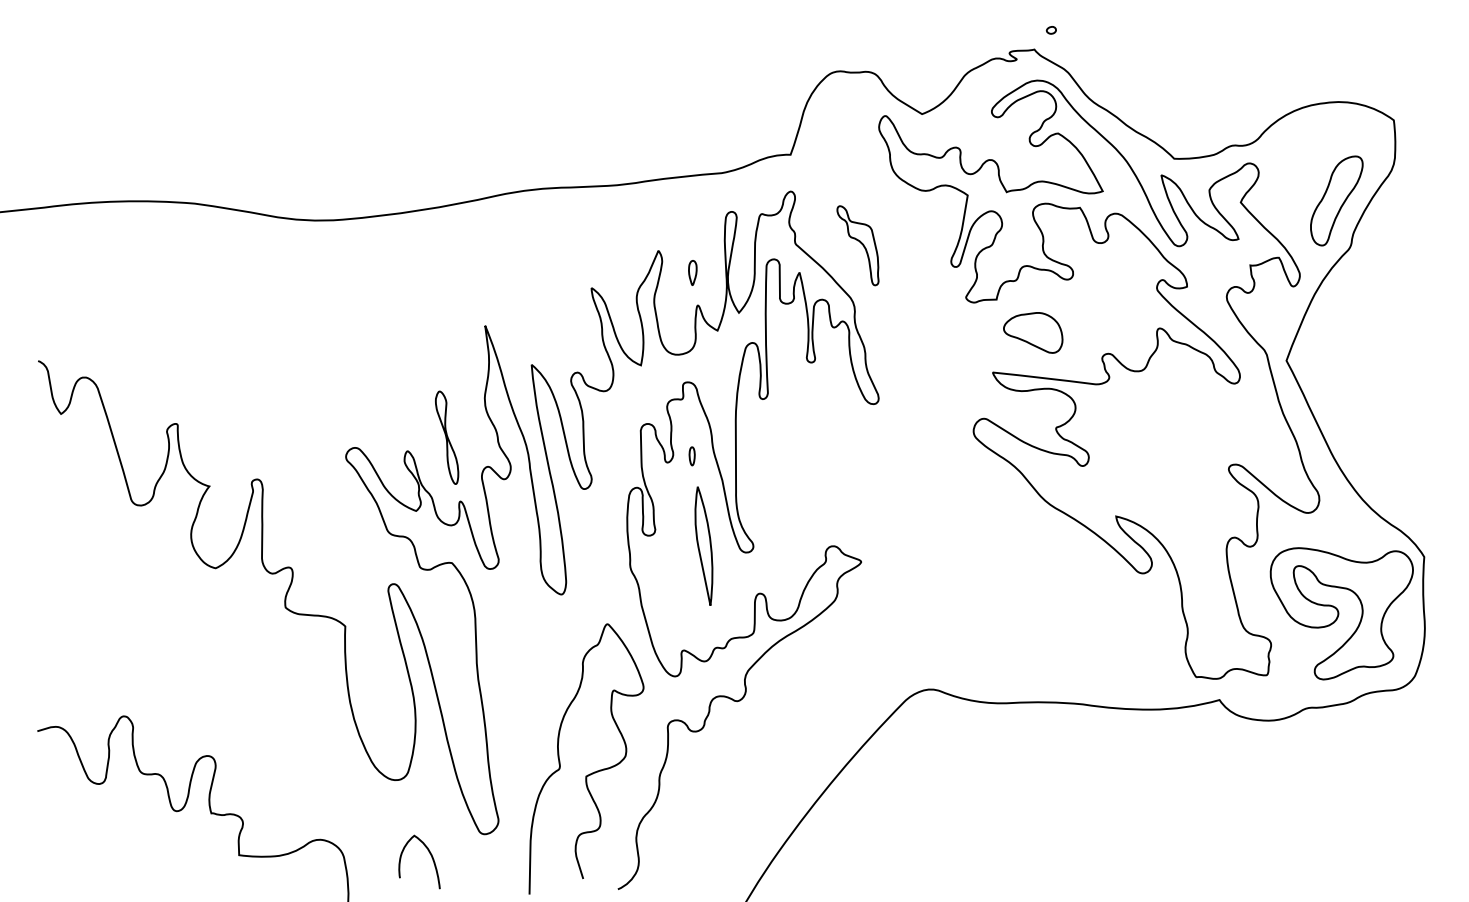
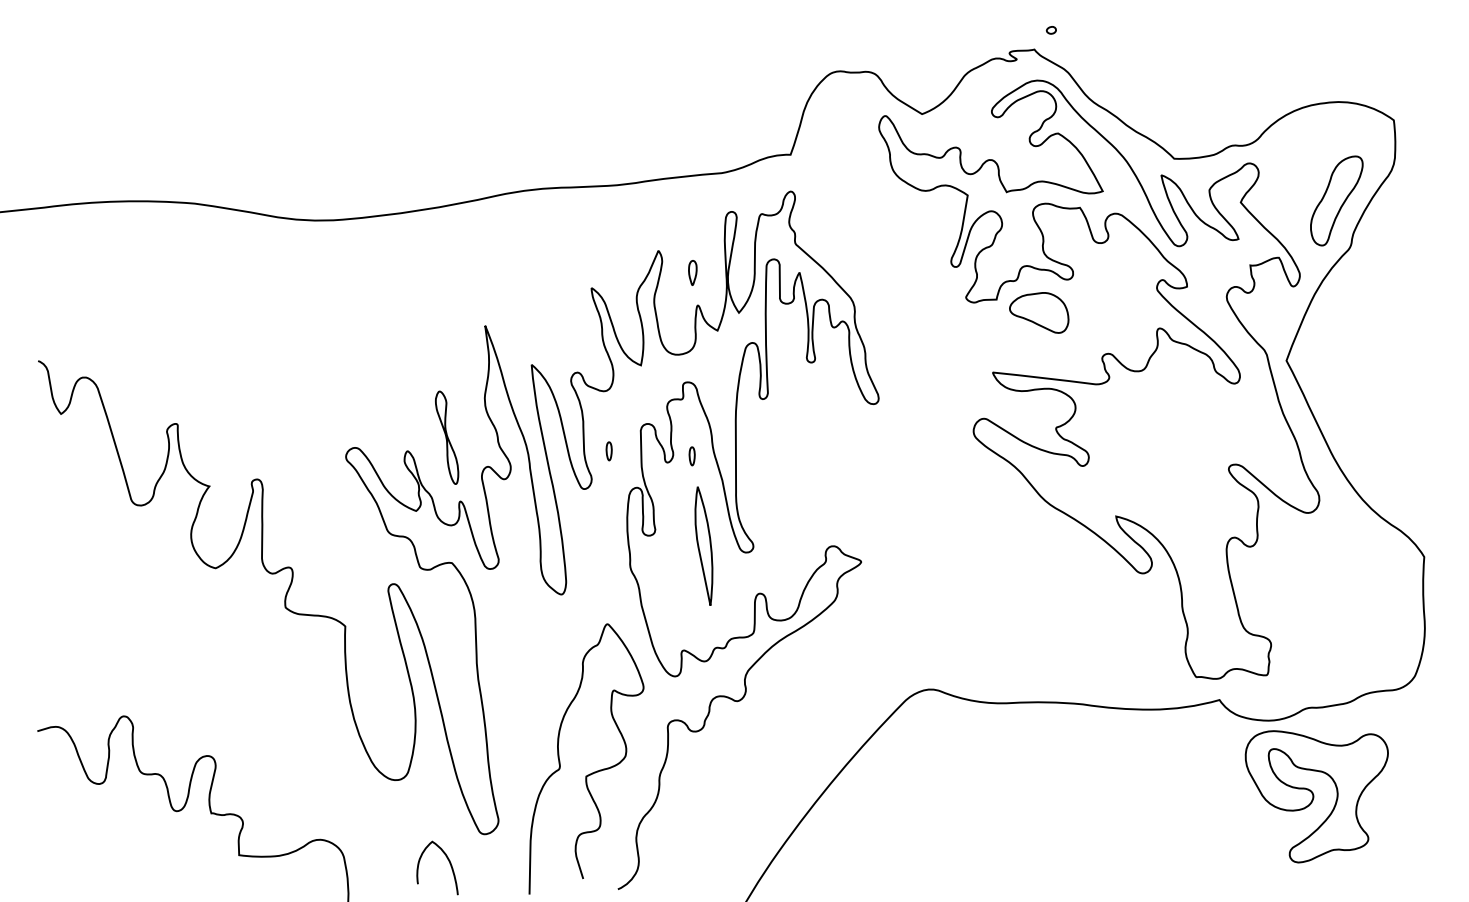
part at (857, 245): present -> none
part at (1033, 332) position: (1033, 332) -> (1039, 312)
part at (608, 451): none -> present
part at (1341, 613) position: (1341, 613) -> (1316, 796)
curve at (430, 855) position: (430, 855) -> (448, 861)
